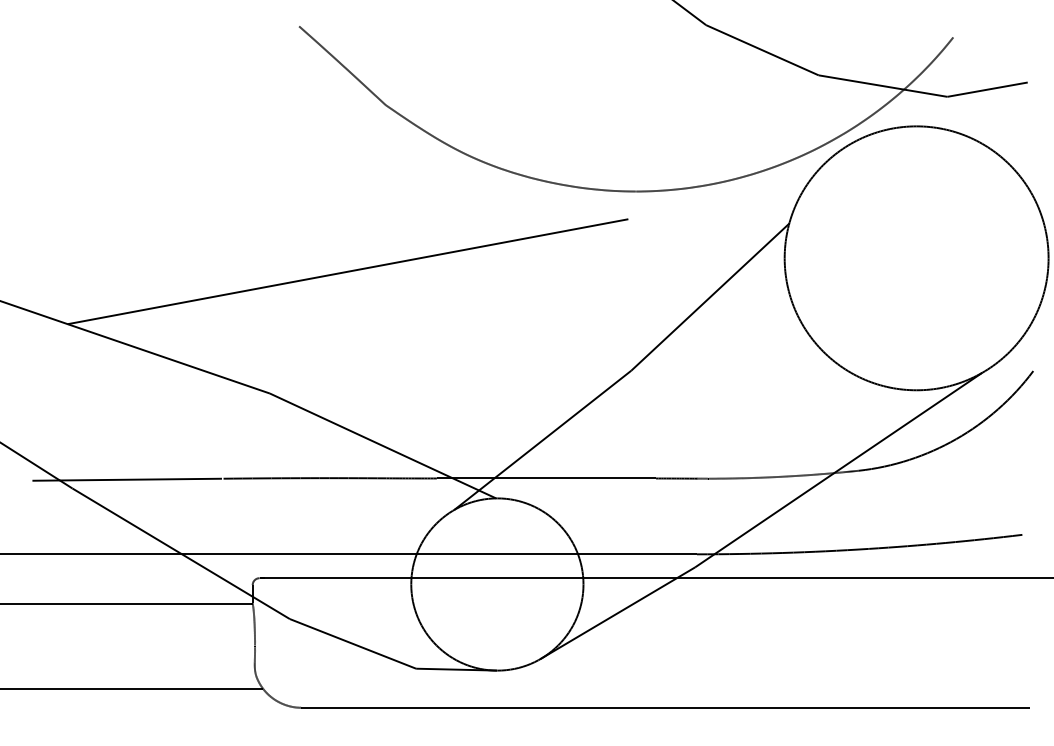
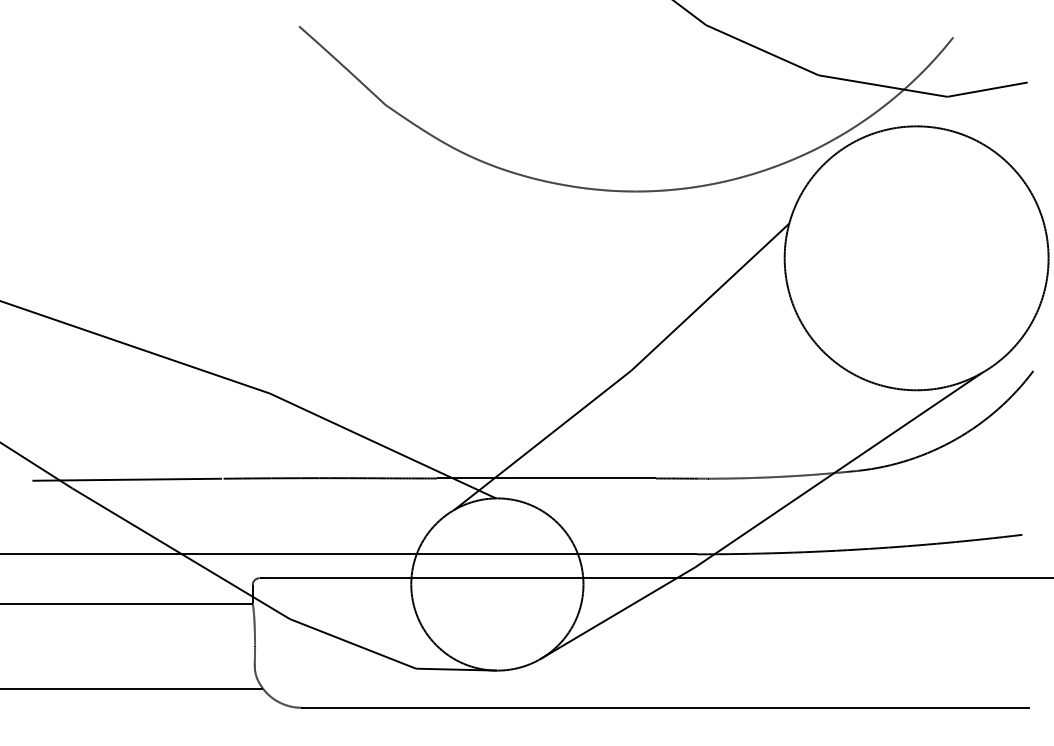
line at (347, 271): present -> none
